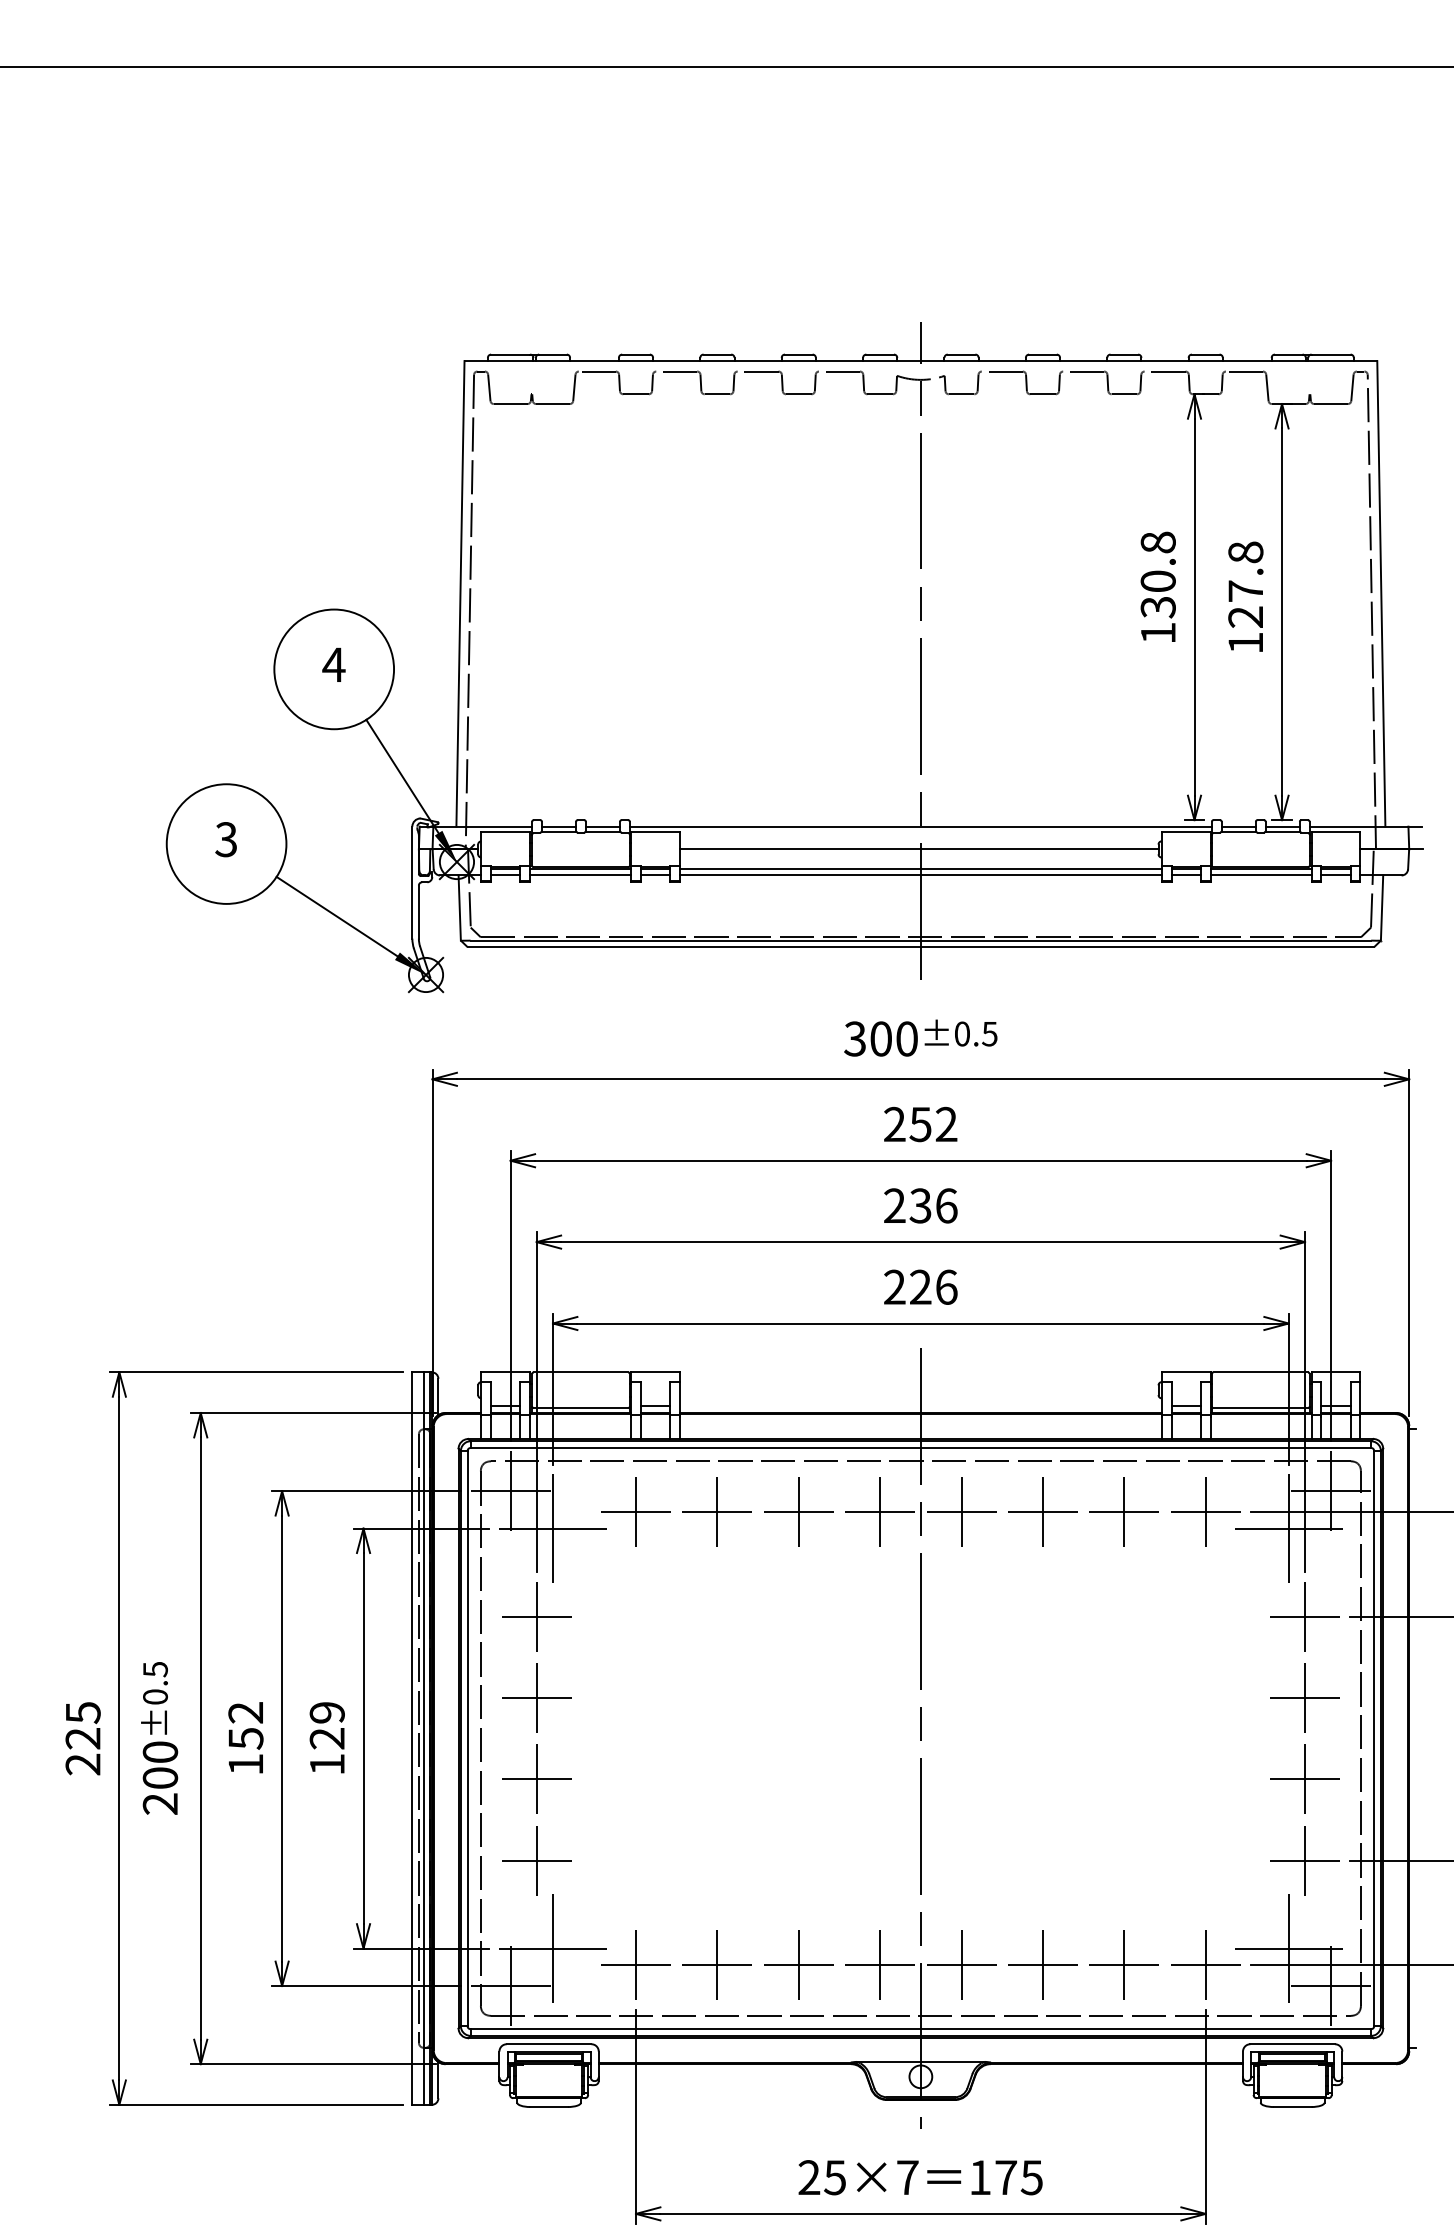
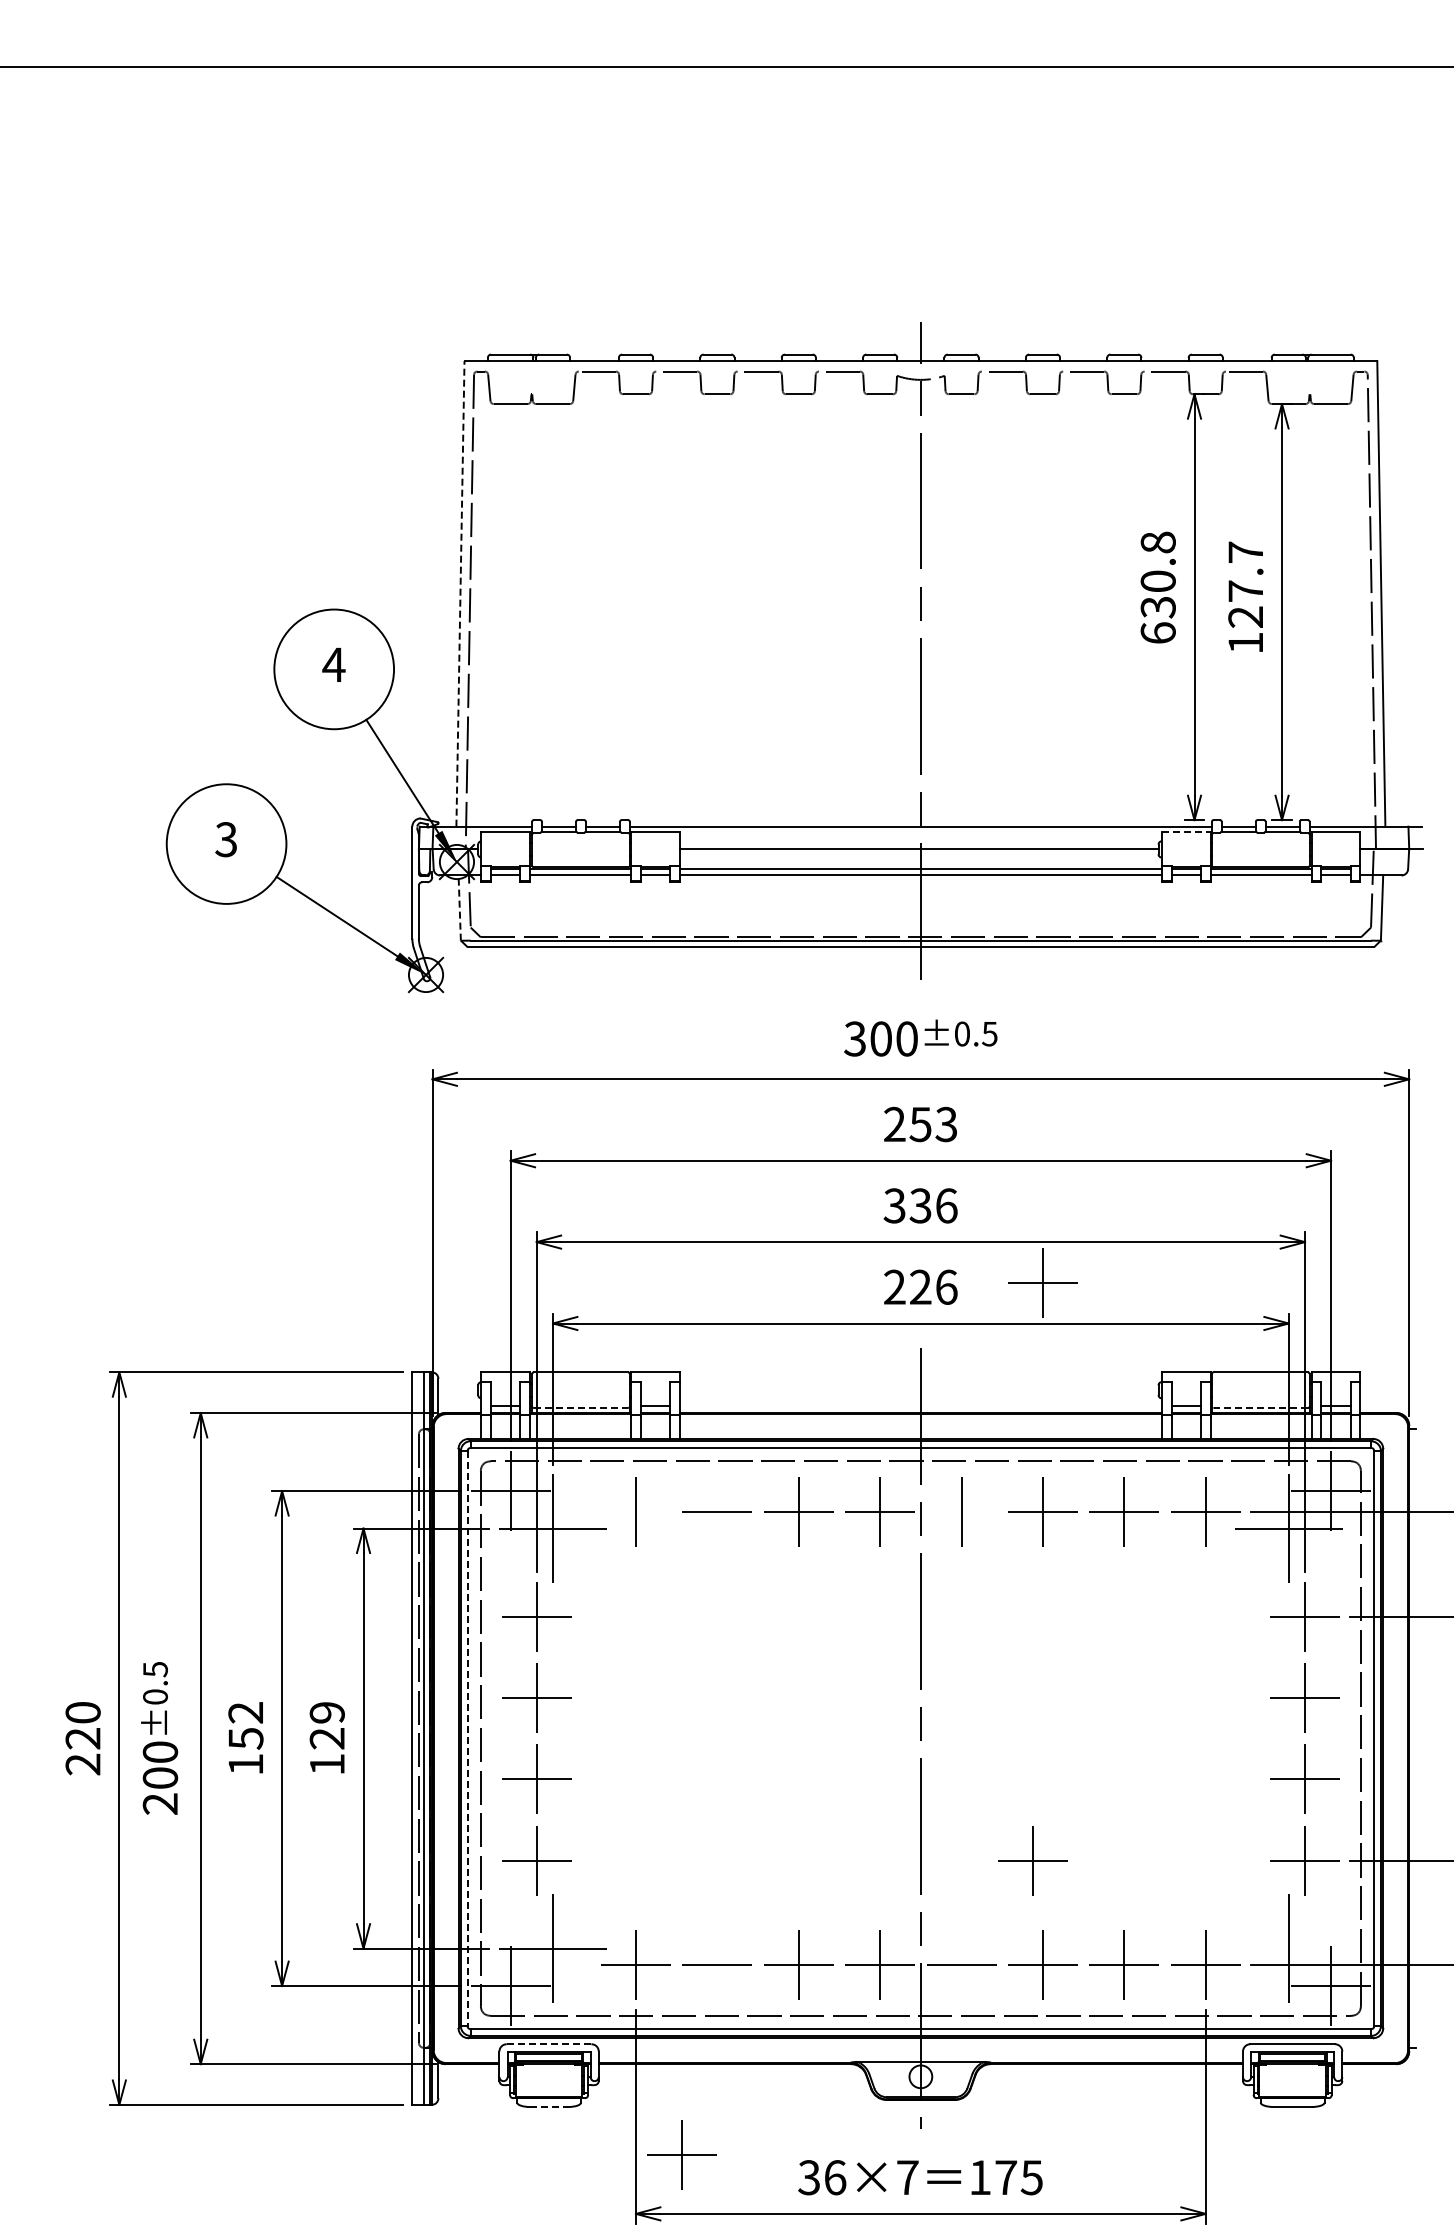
text at (1245, 552): 127.8 -> 127.7
line at (460, 593): solid -> dashed
text at (1157, 632): 130.8 -> 630.8
line at (1186, 831): solid -> dashed
line at (459, 908): solid -> dashed
text at (946, 1124): 252 -> 253
text at (894, 1205): 236 -> 336
part at (1042, 1282): none -> present
line at (581, 1408): solid -> dashed
line at (1260, 1408): solid -> dashed
line at (636, 1512): present -> none
line at (717, 1512): present -> none
line at (961, 1512): present -> none
text at (82, 1713): 225 -> 220
line at (467, 1738): solid -> dashed
part at (1032, 1860): none -> present
line at (1288, 1948): present -> none
line at (717, 1964): present -> none
line at (961, 1964): present -> none
line at (548, 2044): solid -> dashed
line at (549, 2107): solid -> dashed
part at (681, 2154): none -> present
text at (822, 2177): 25×7 -> 36×7
